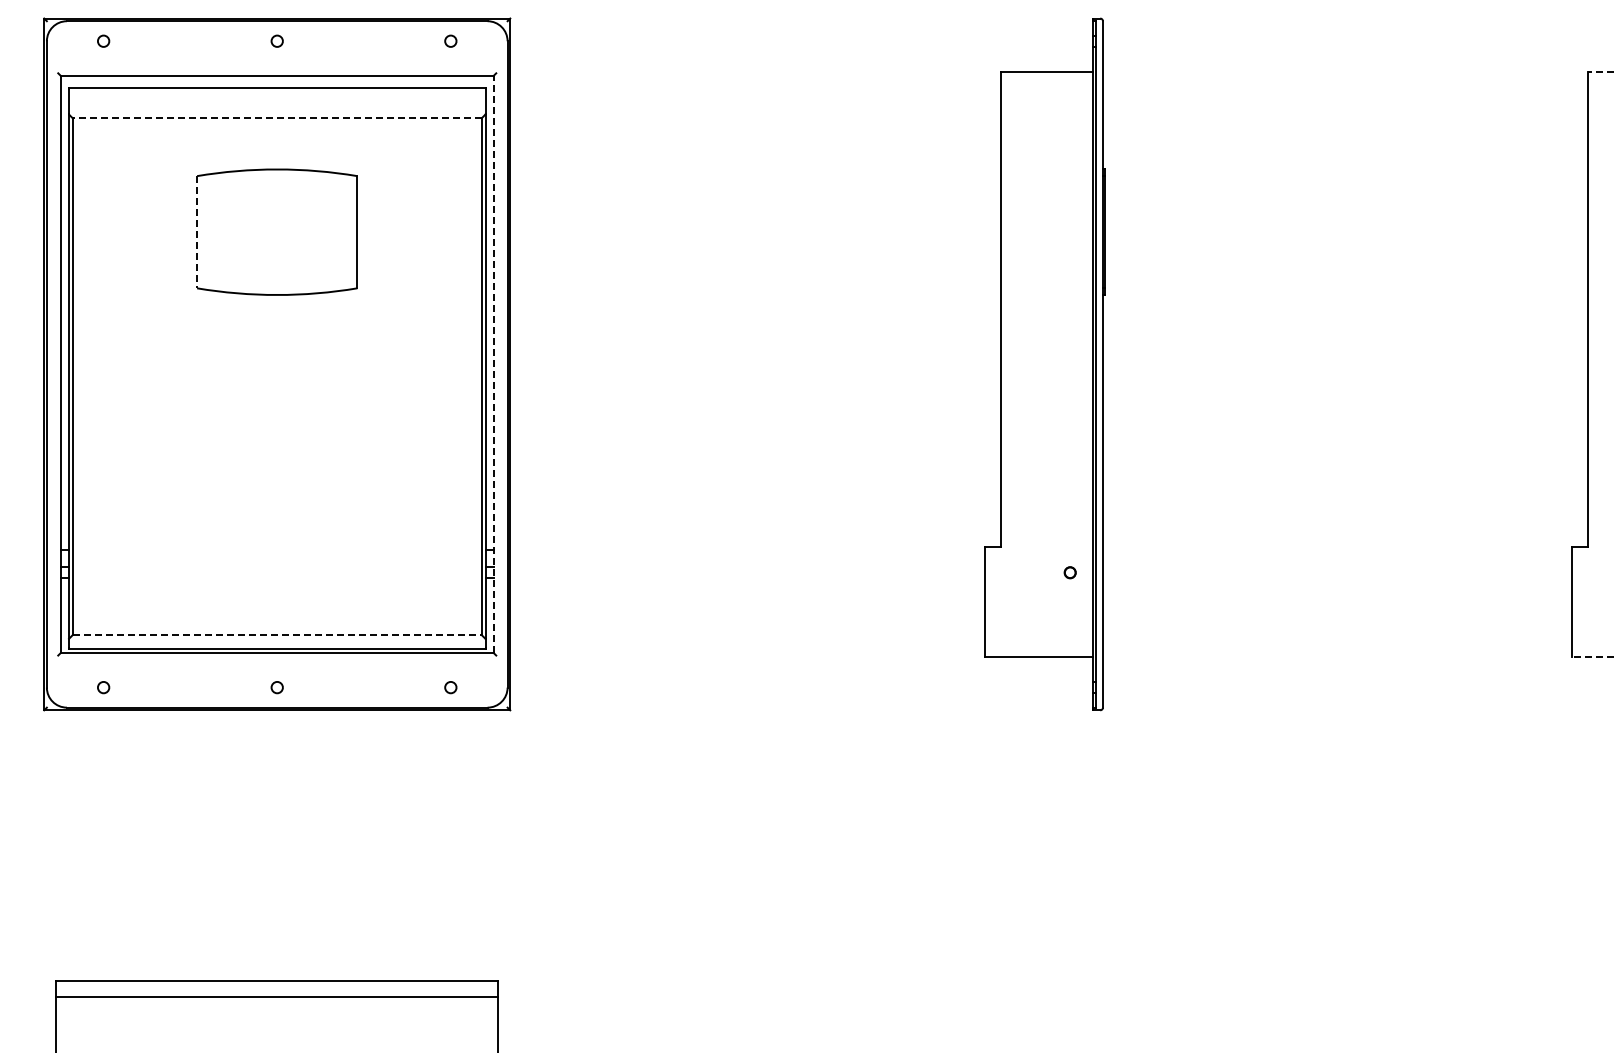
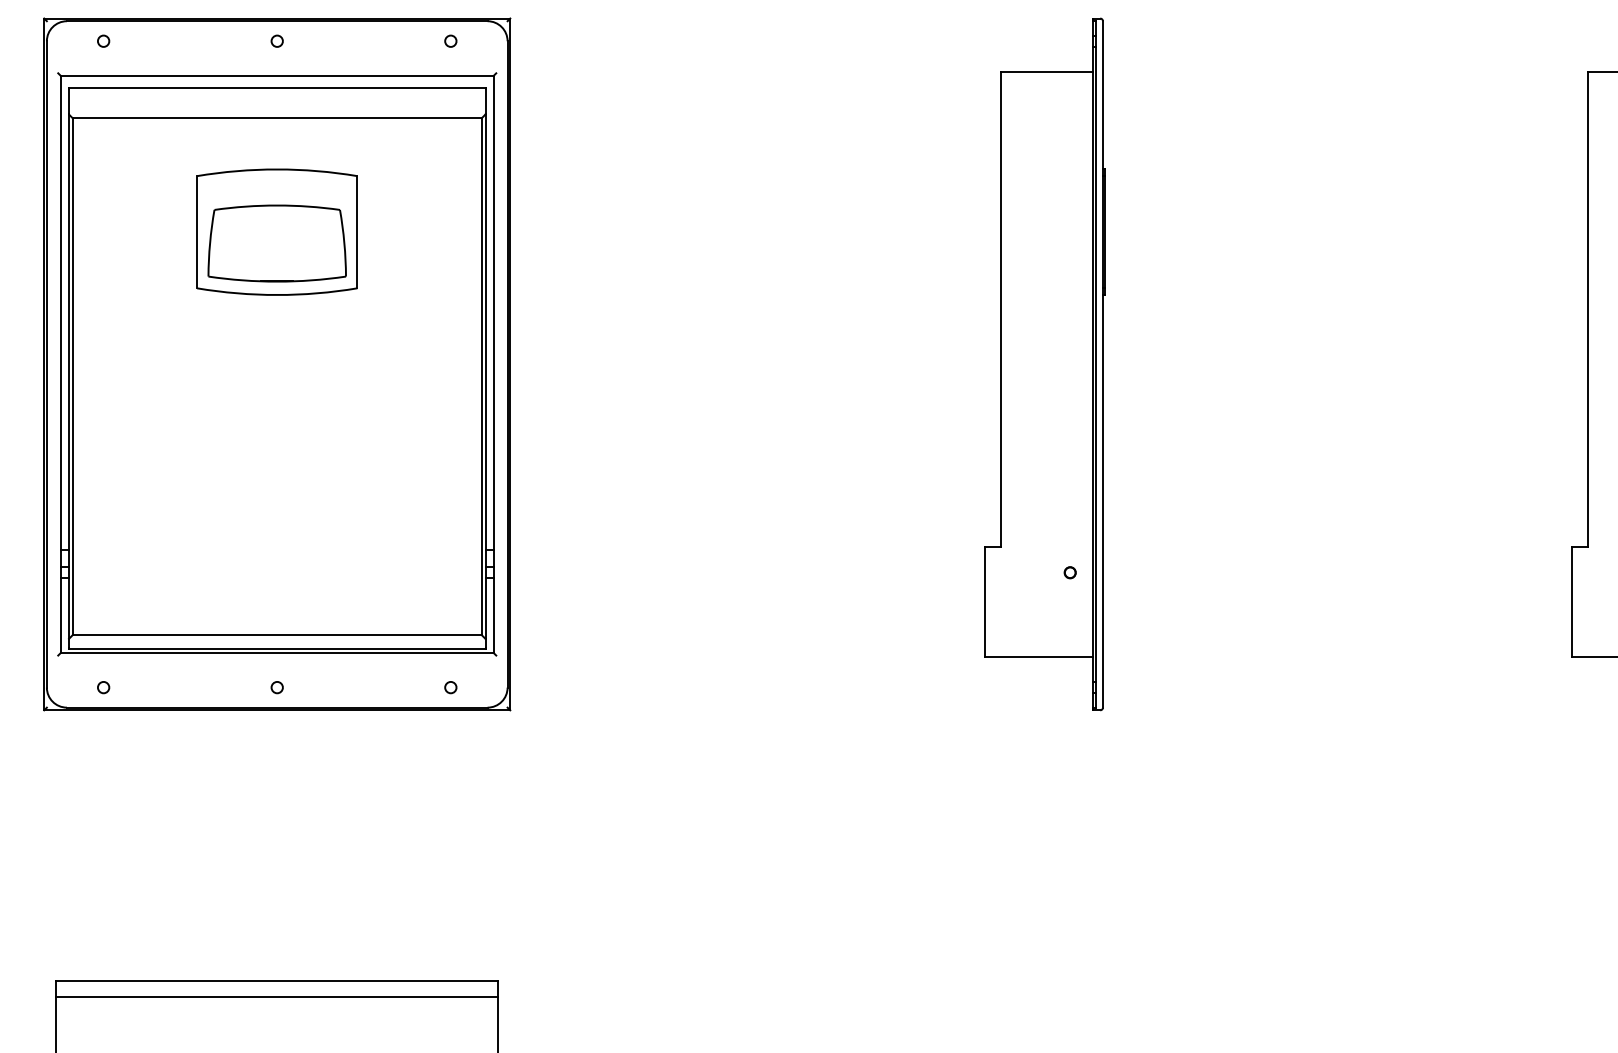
line at (1602, 71): dashed -> solid
line at (276, 118): dashed -> solid
line at (197, 232): dashed -> solid
part at (276, 243): none -> present
line at (493, 363): dashed -> solid
line at (277, 634): dashed -> solid
line at (1594, 656): dashed -> solid
